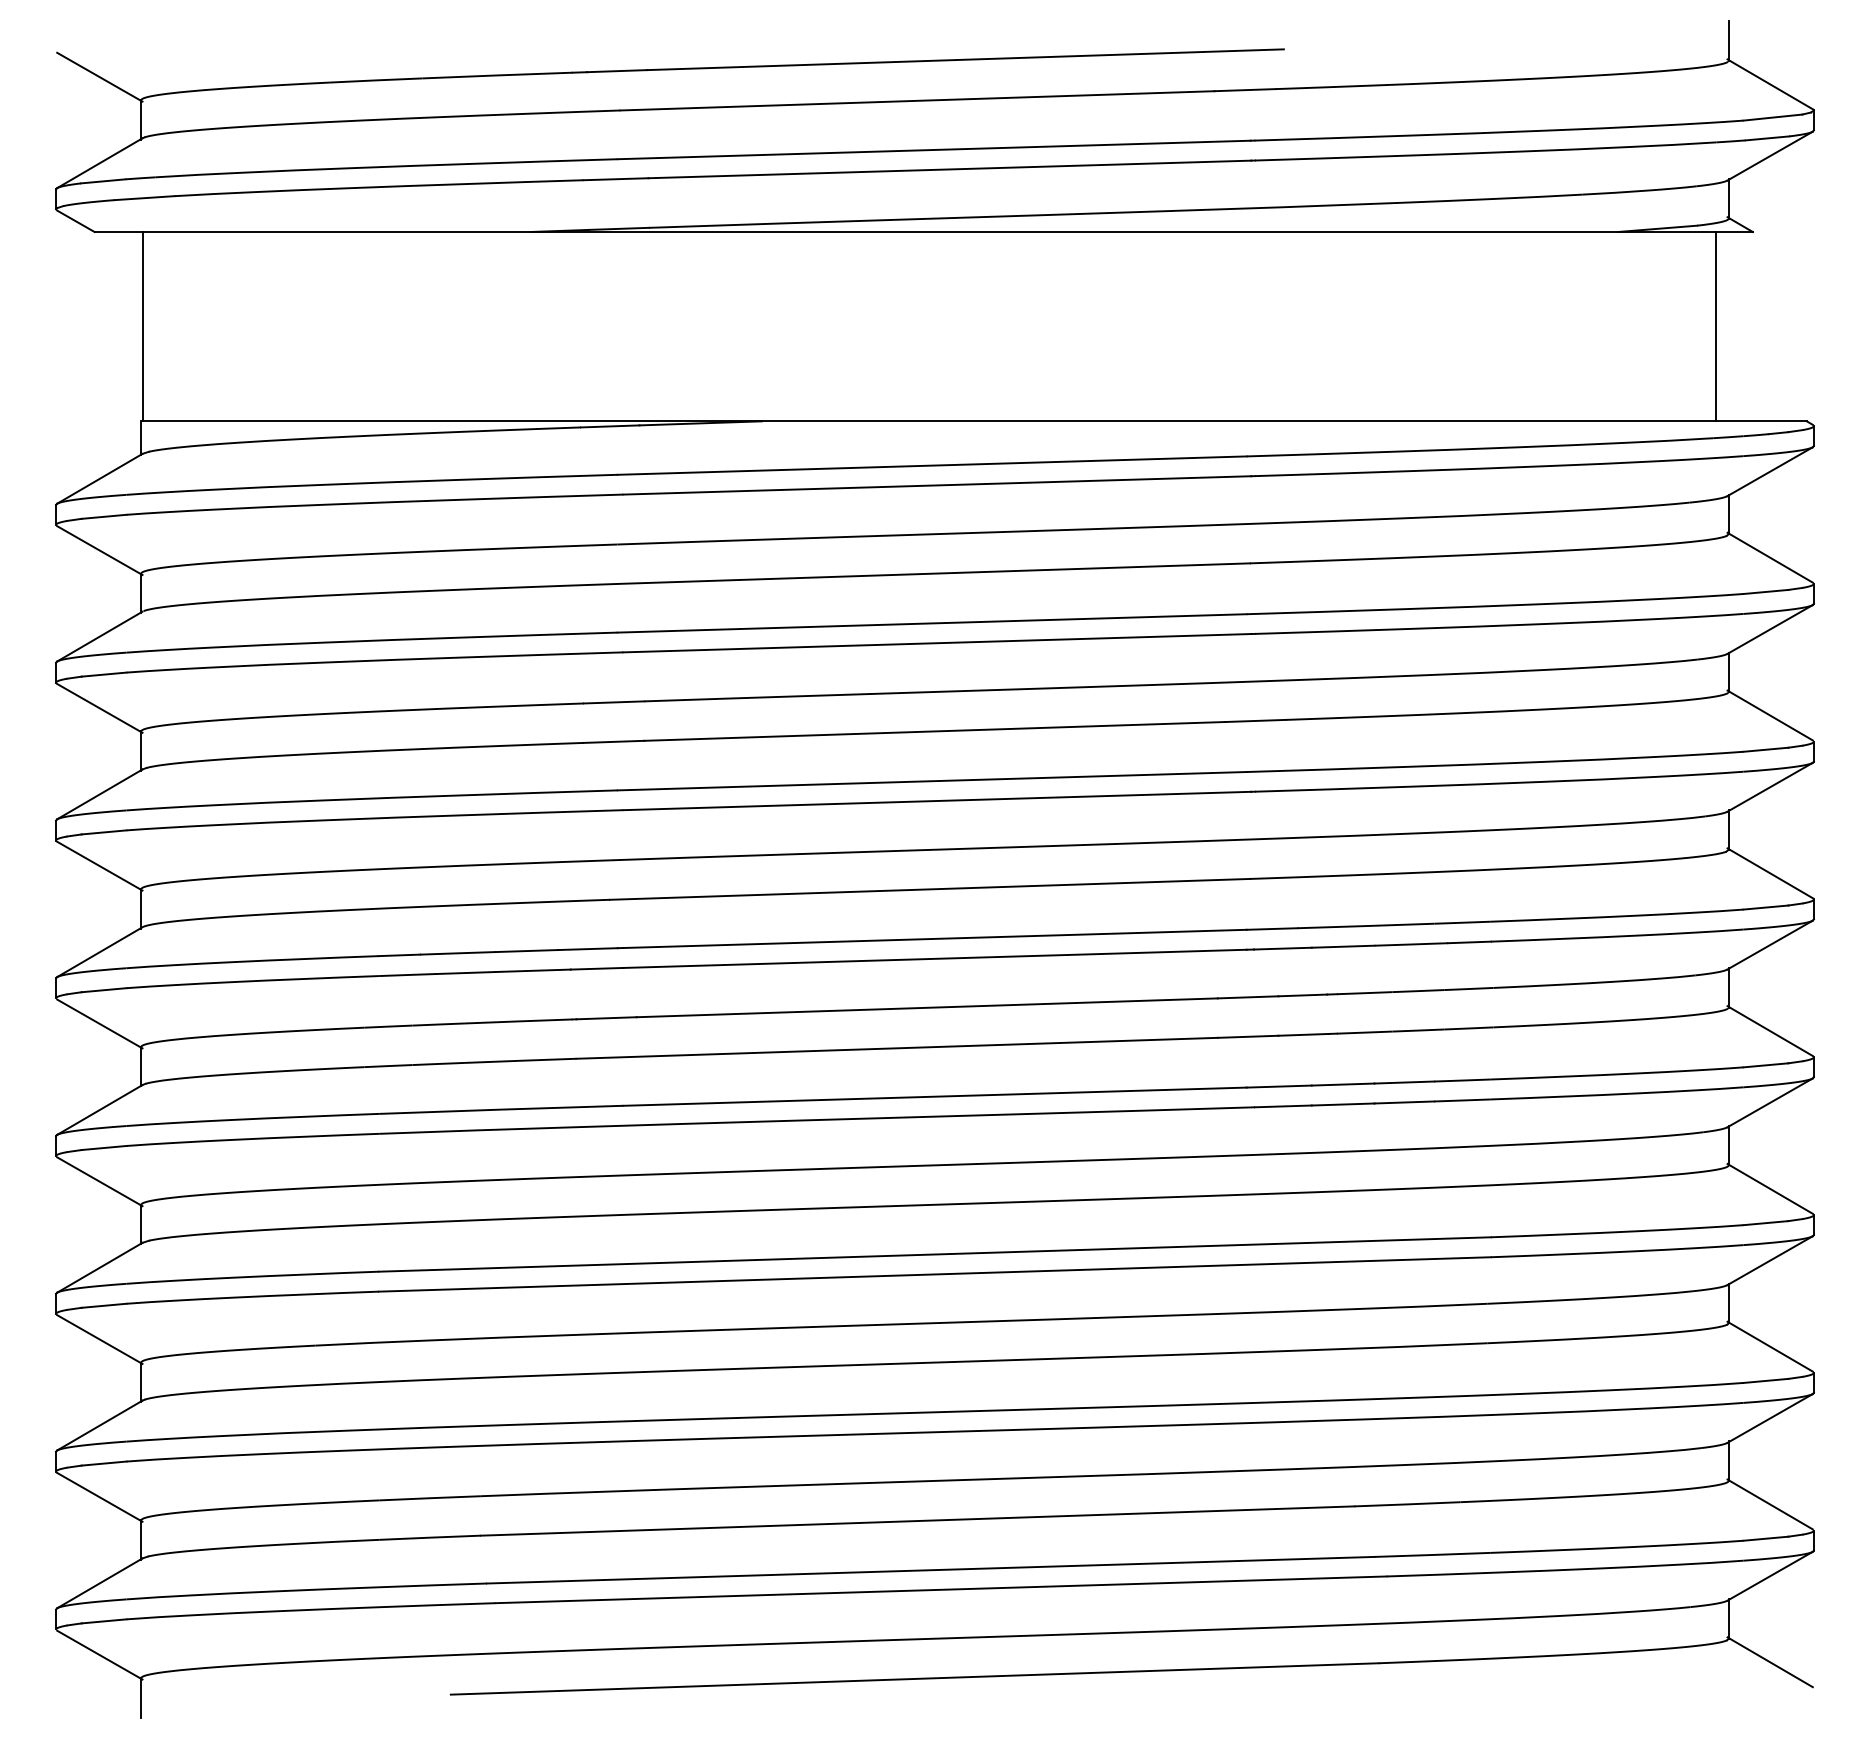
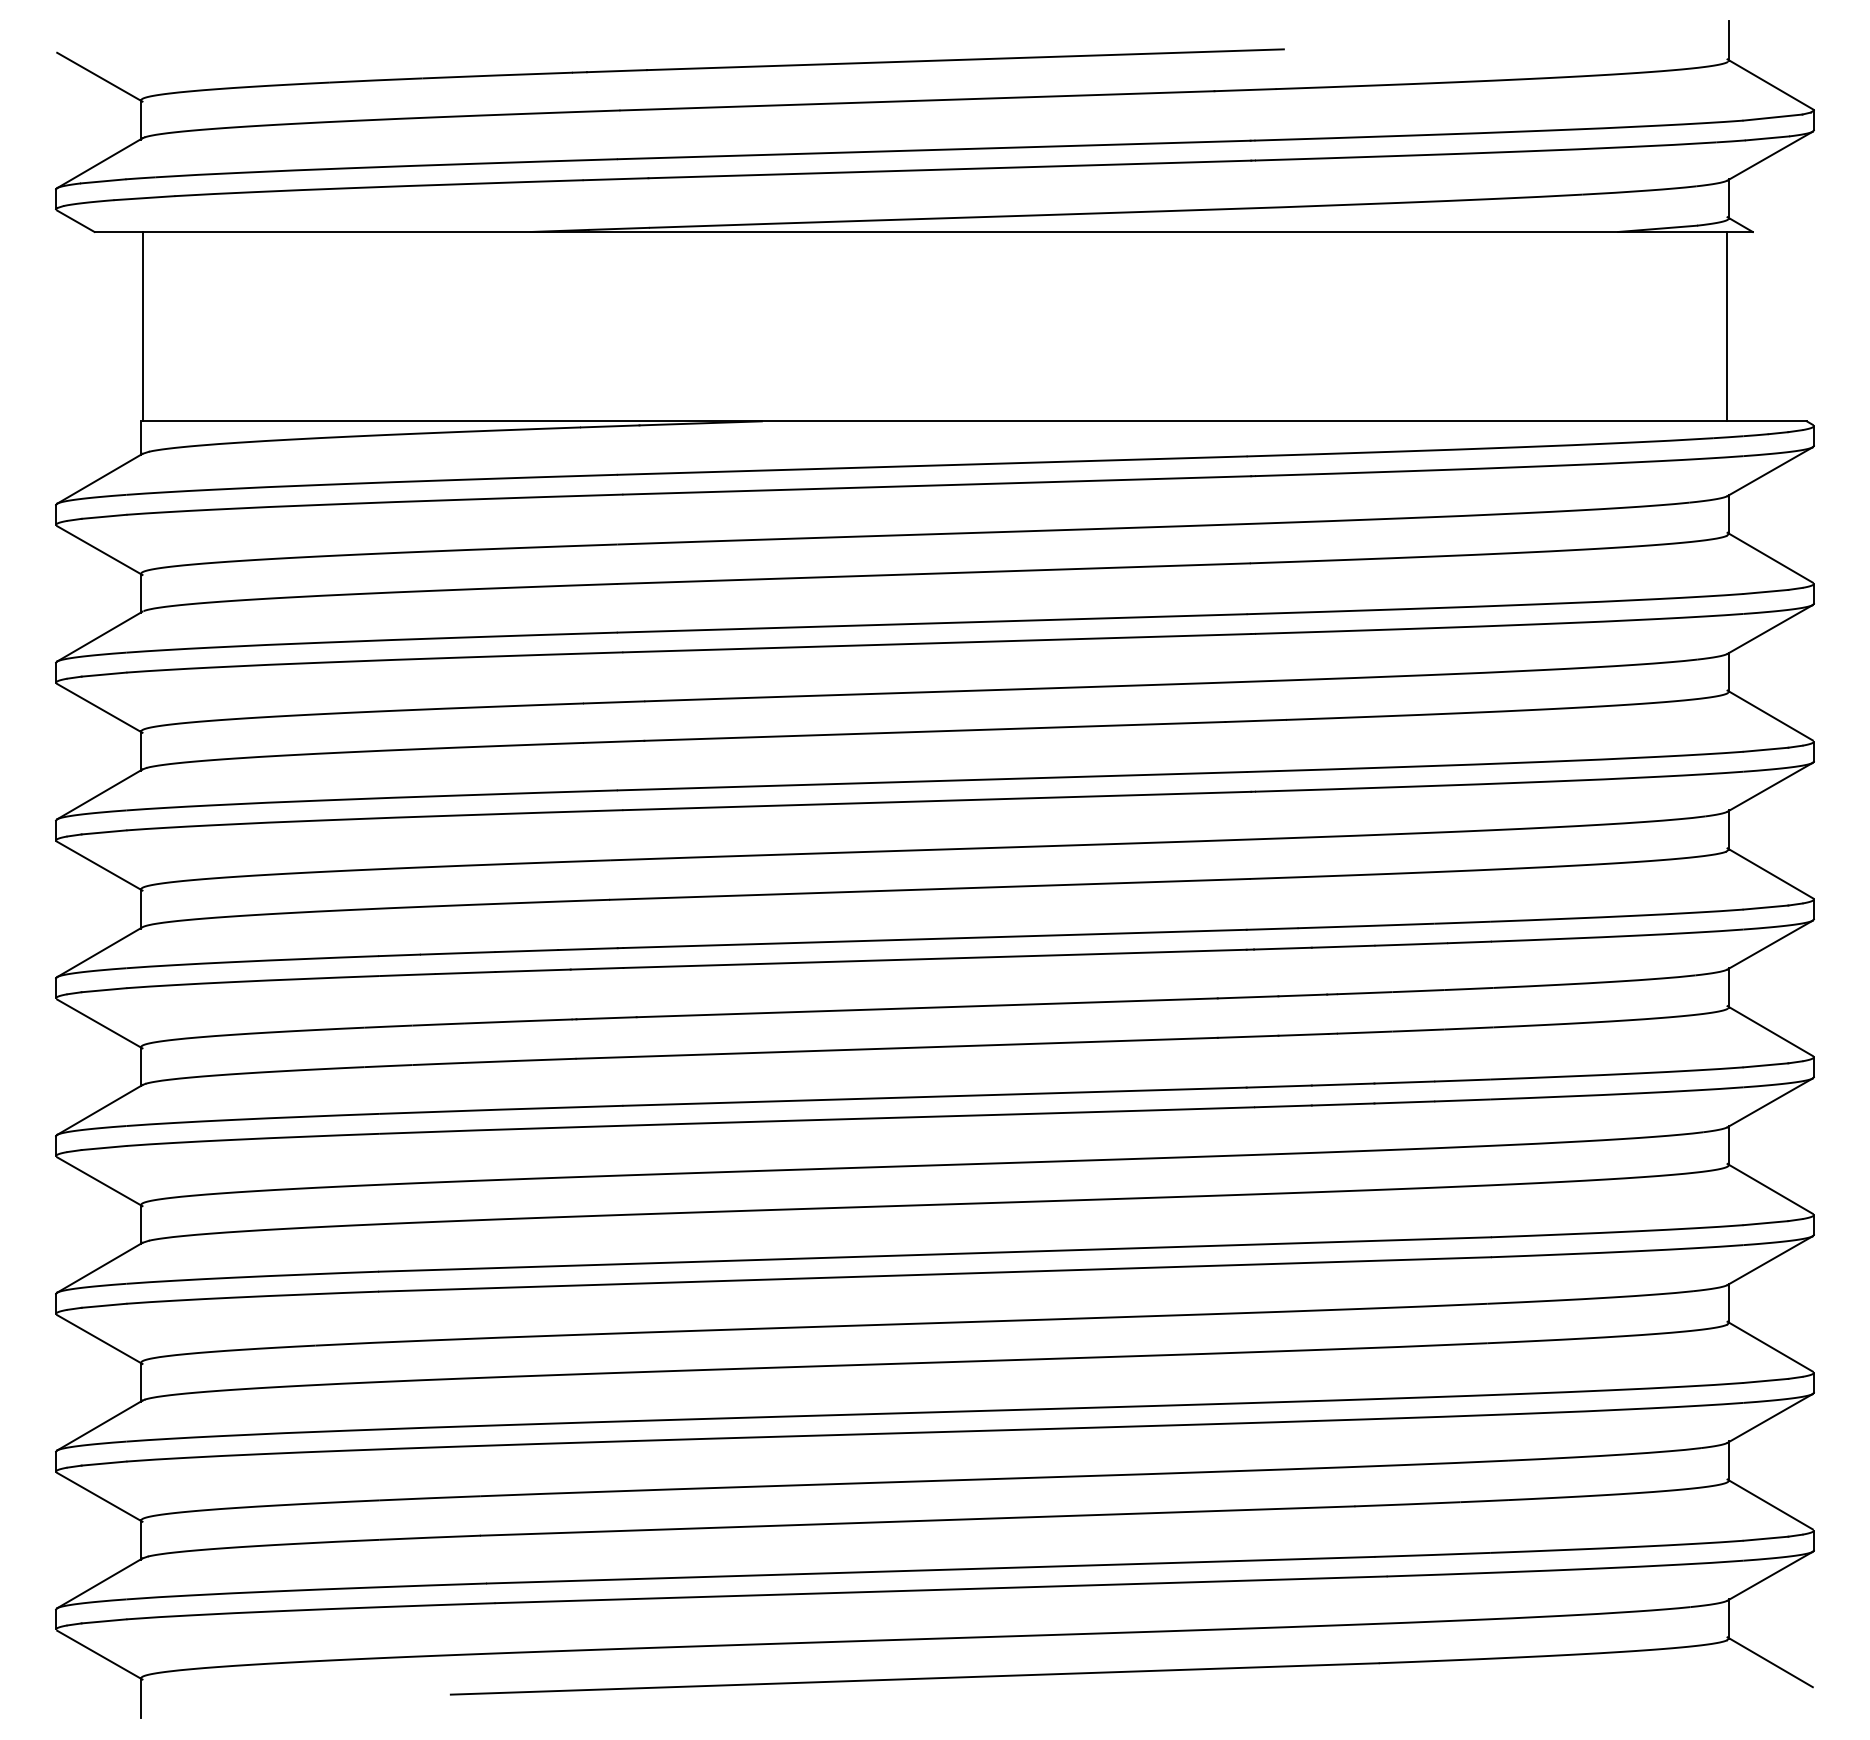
line at (1716, 326) position: (1716, 326) -> (1727, 326)
